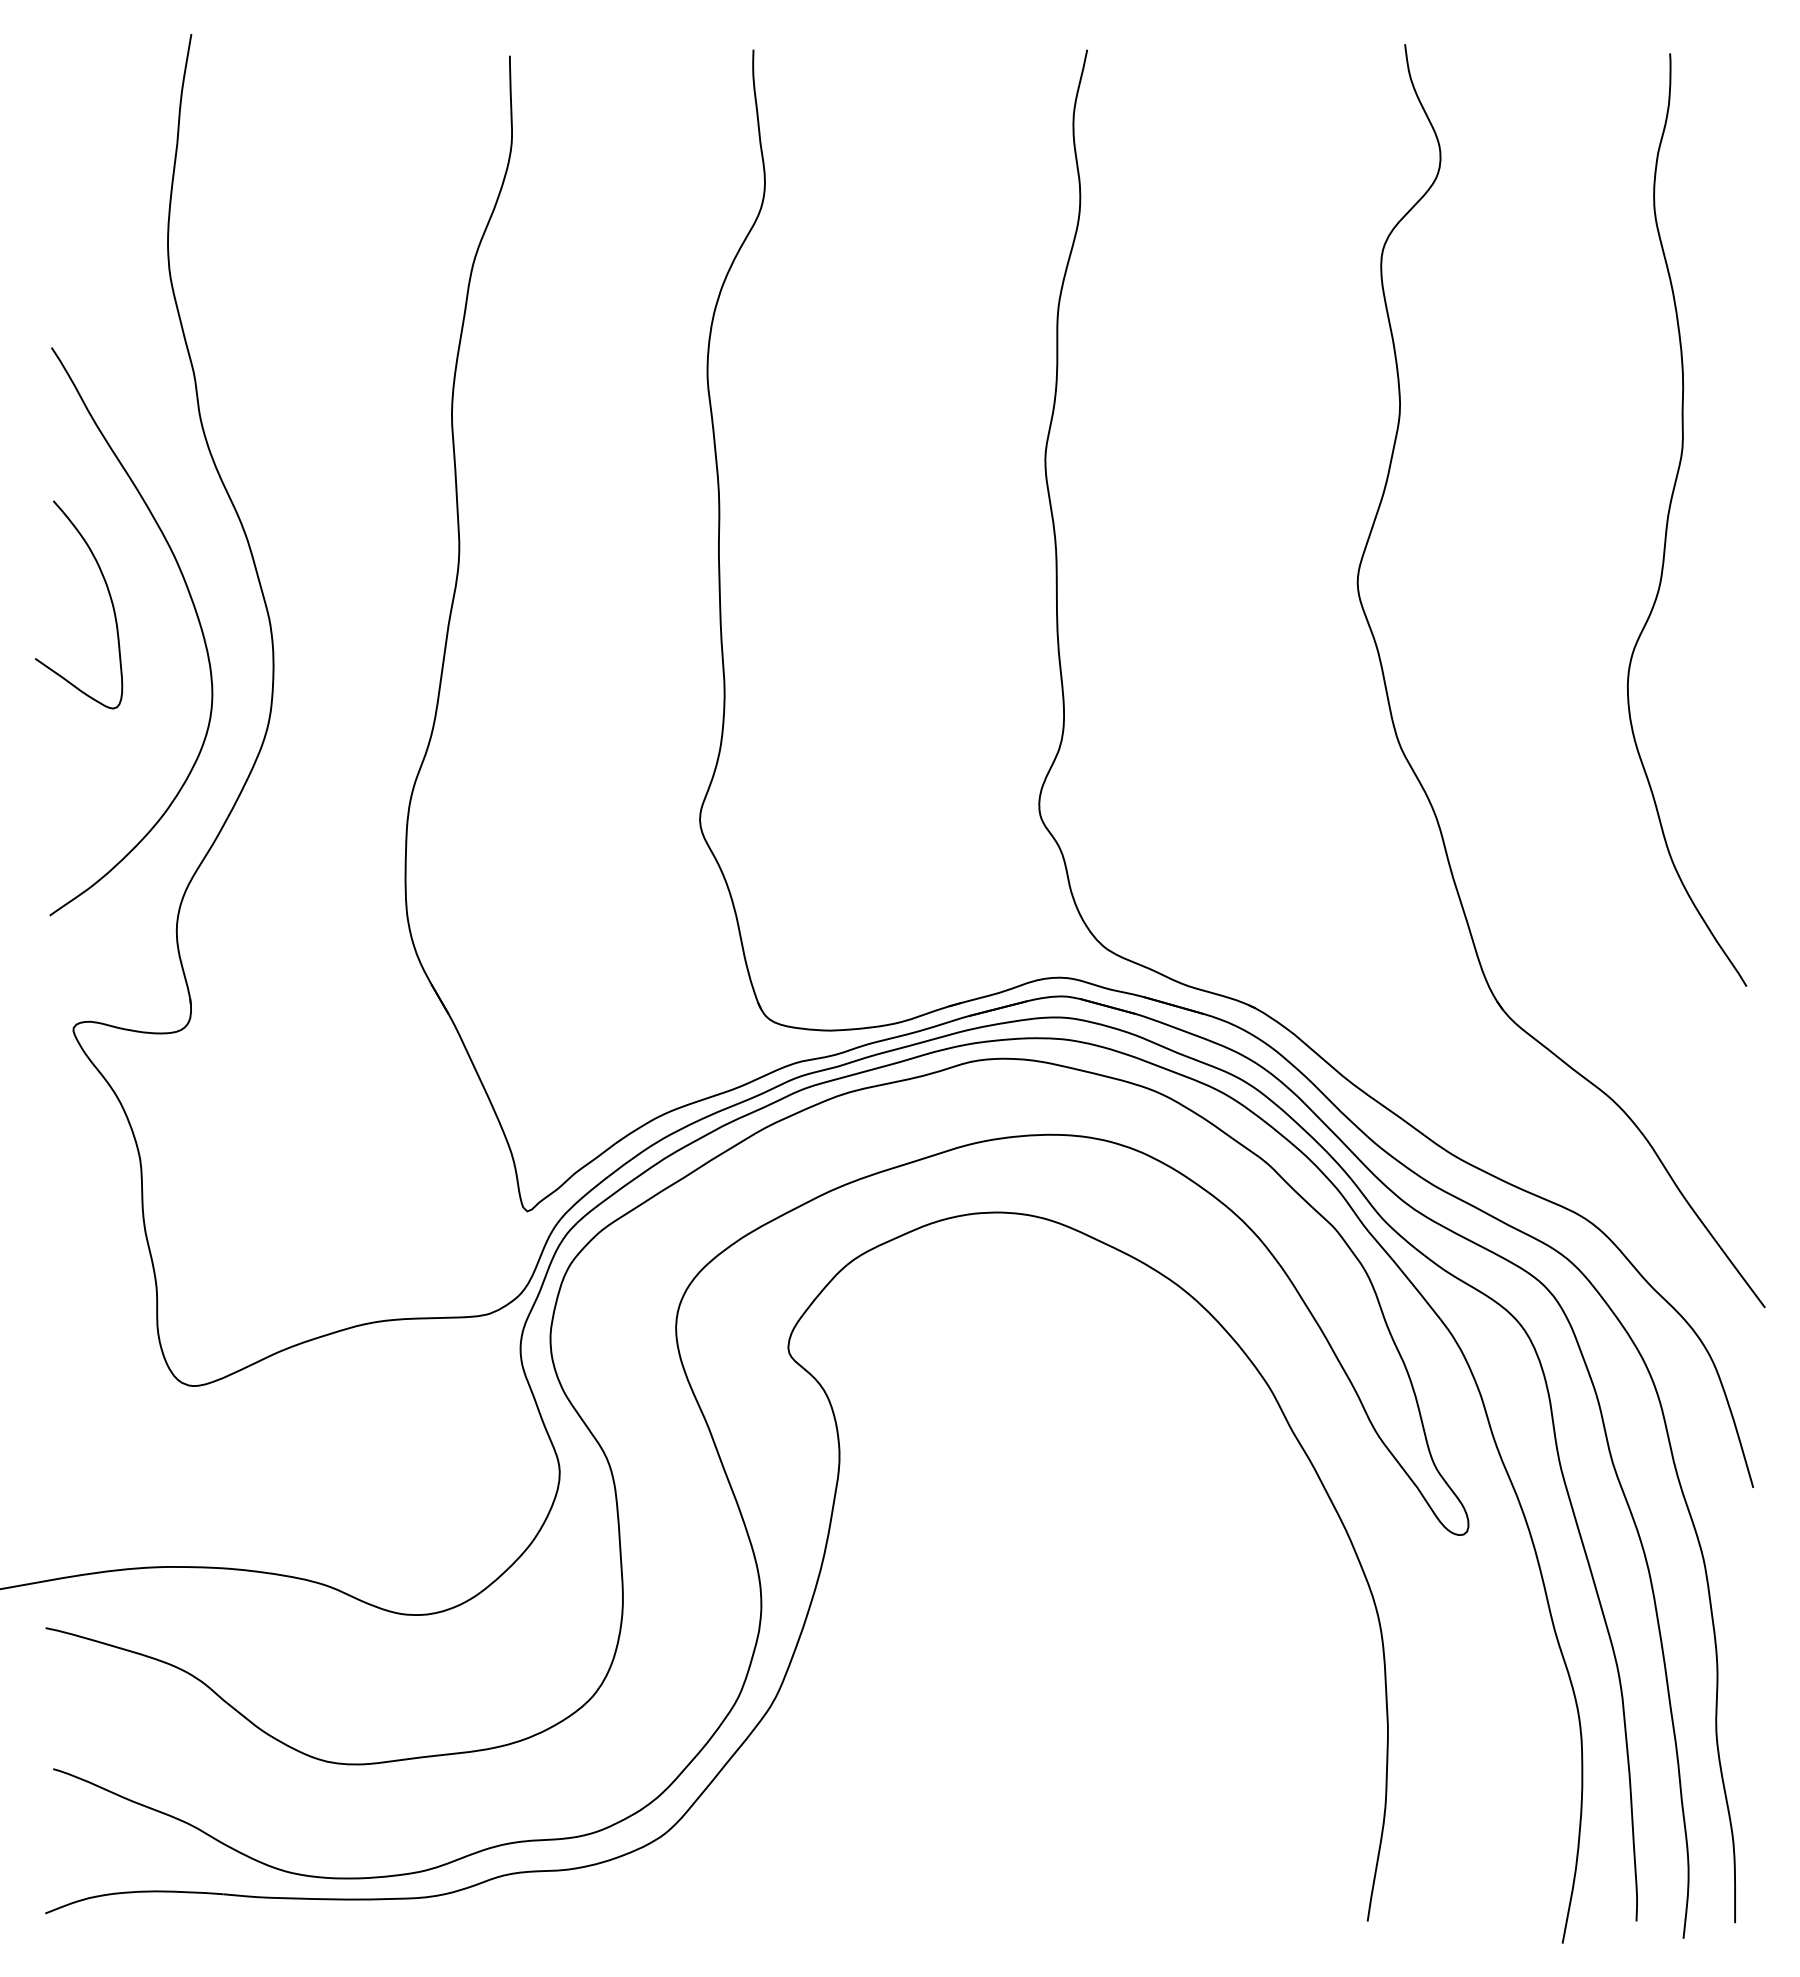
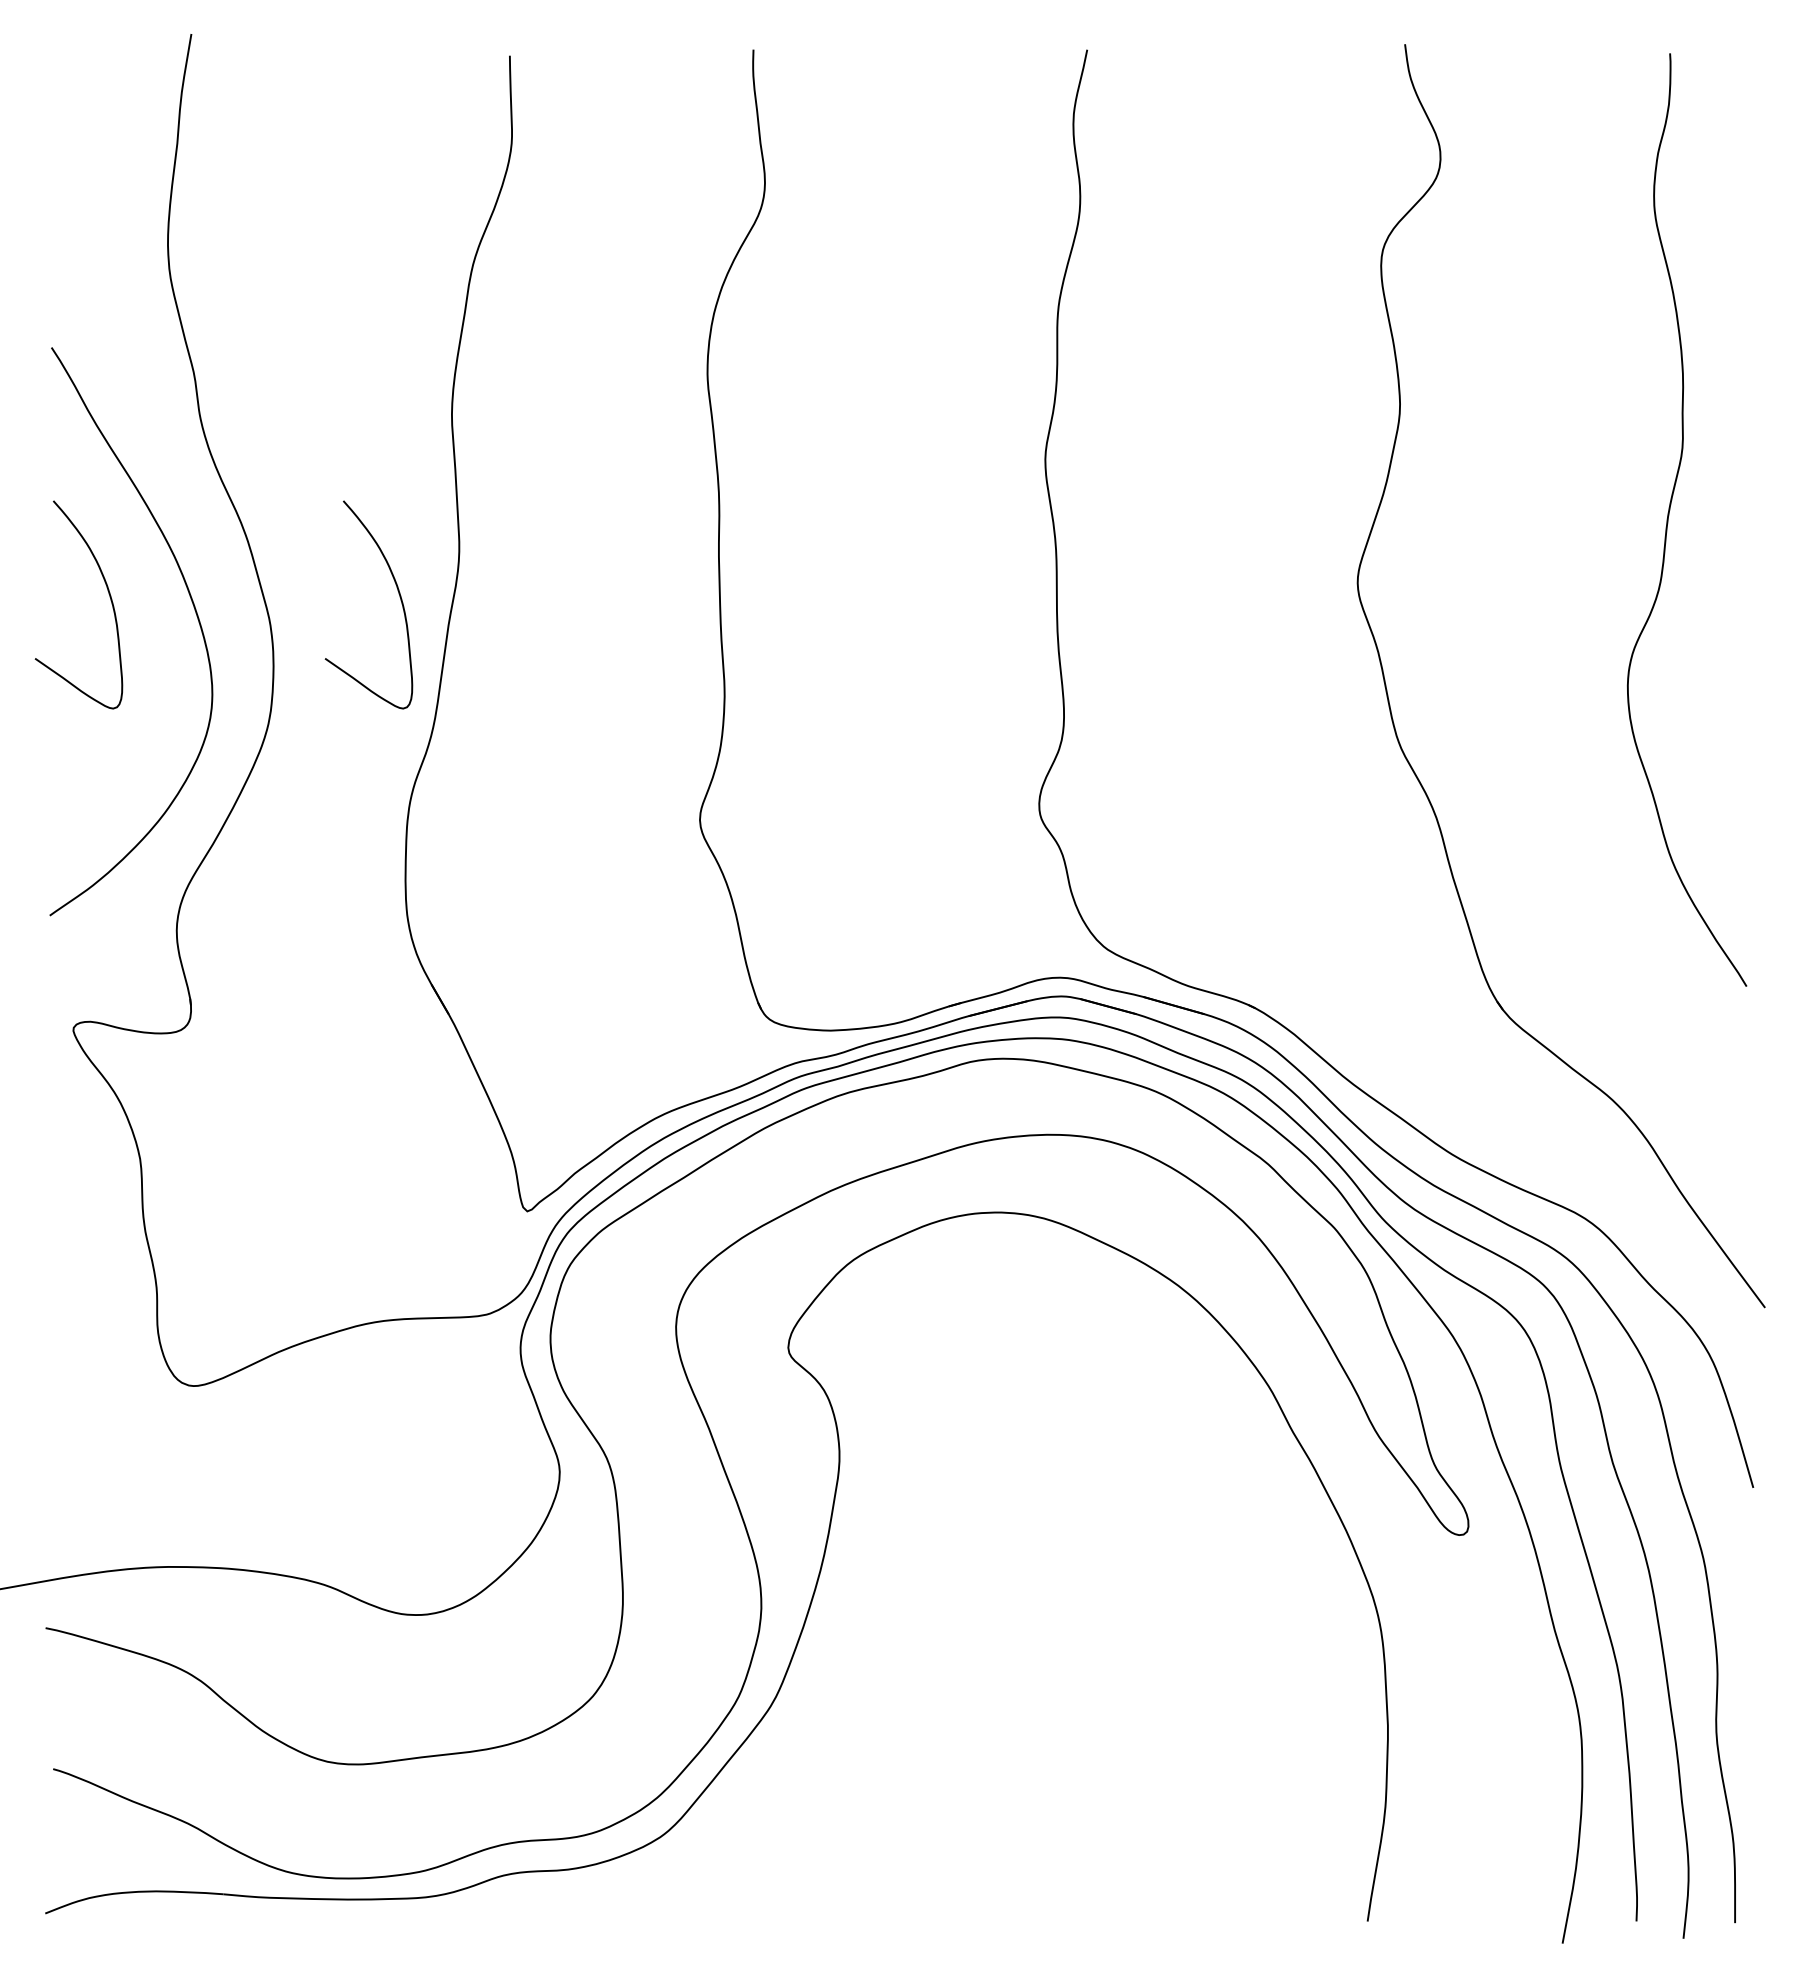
curve at (398, 594): none -> present
